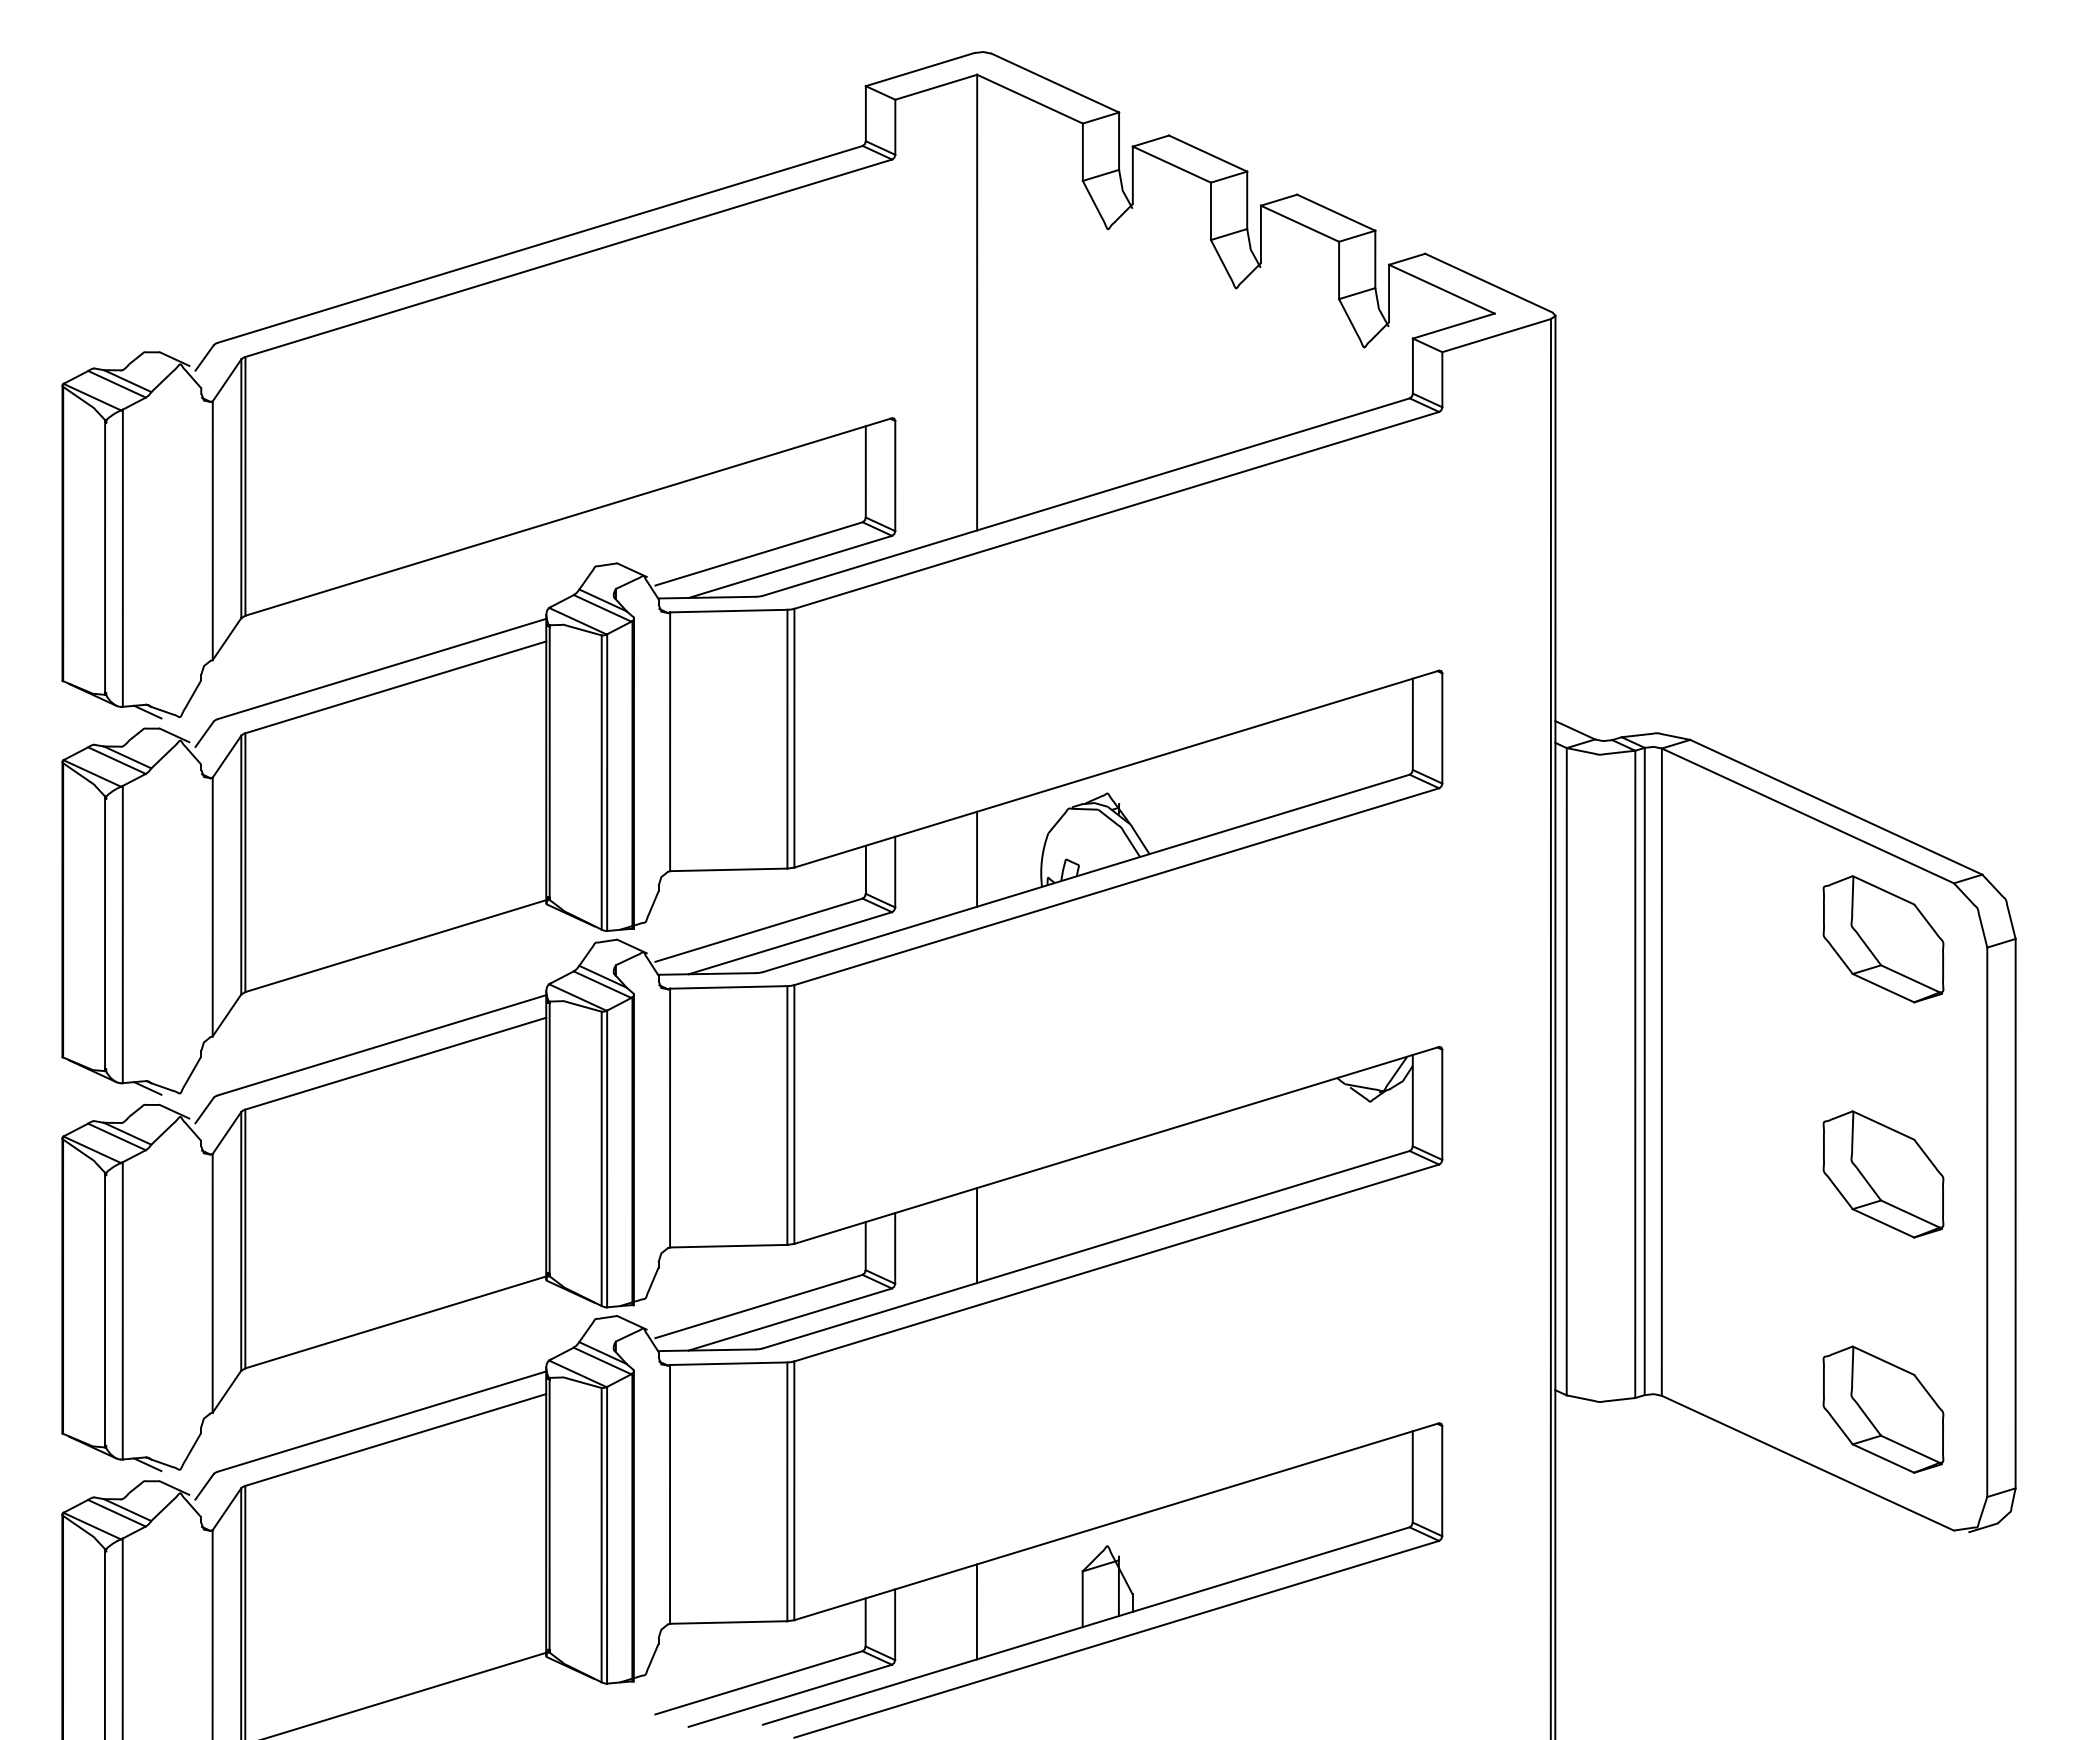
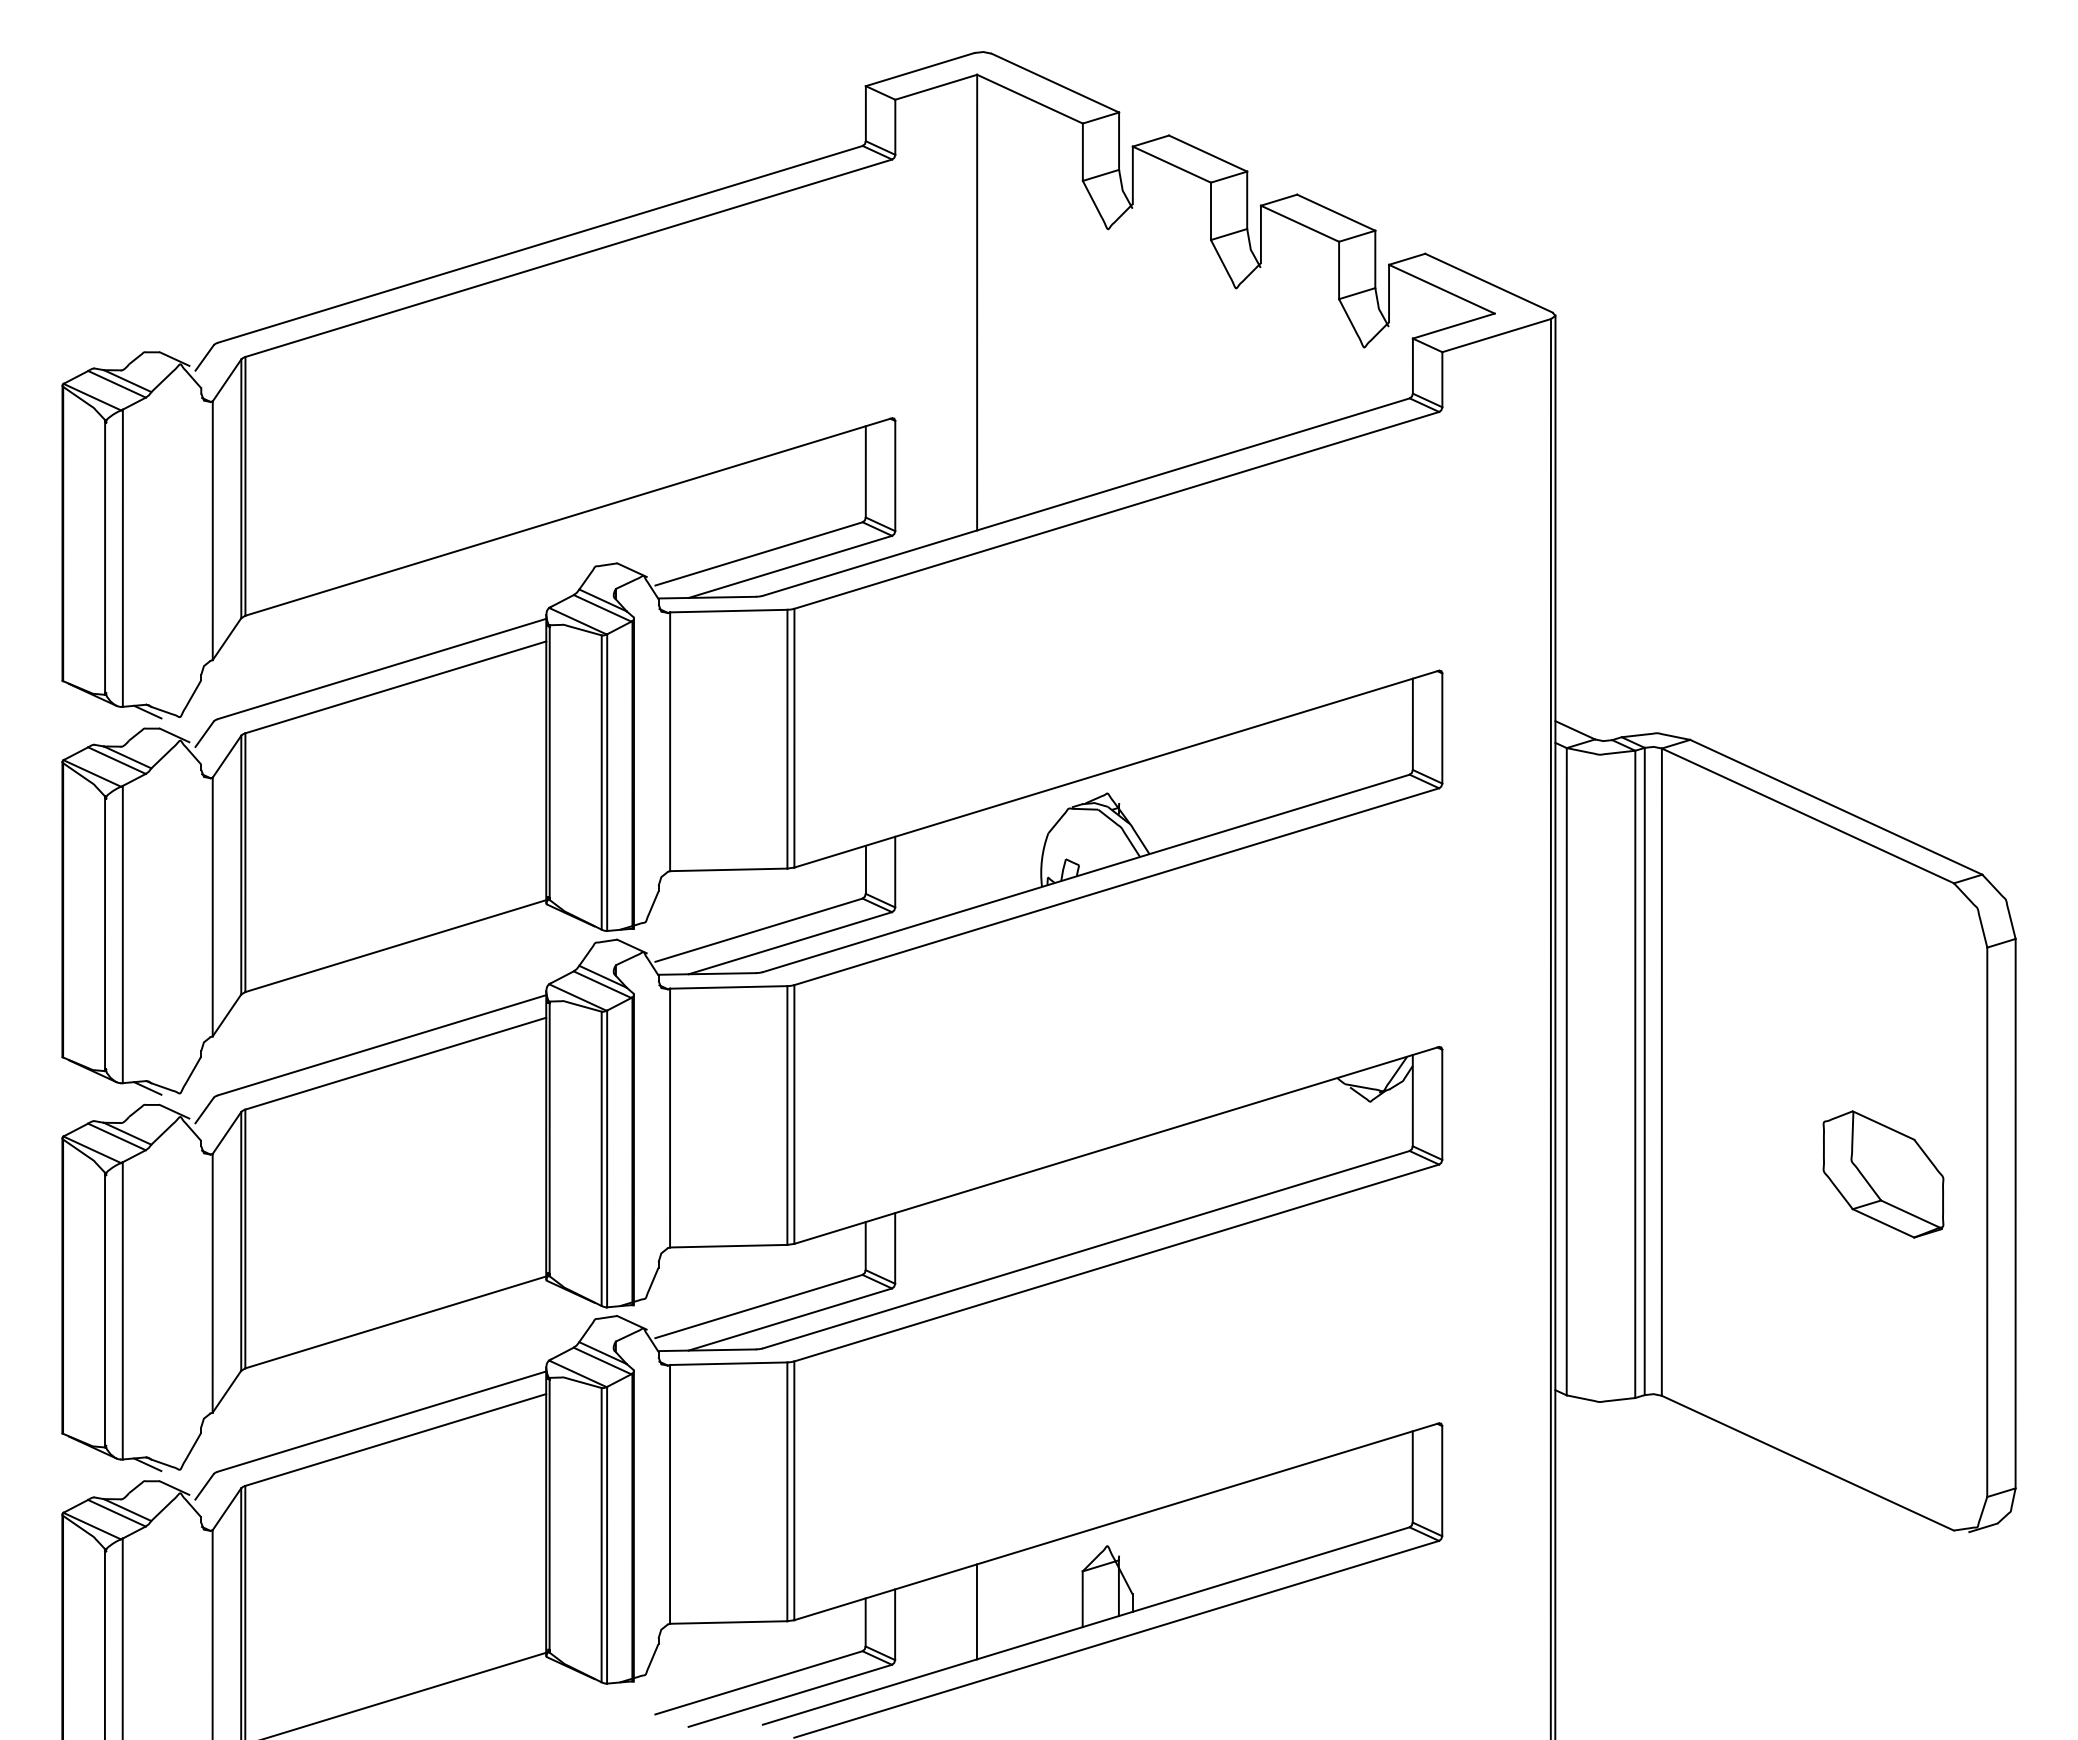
line at (977, 858): present -> none
part at (1883, 939): present -> none
line at (977, 1235): present -> none
part at (1883, 1409): present -> none
